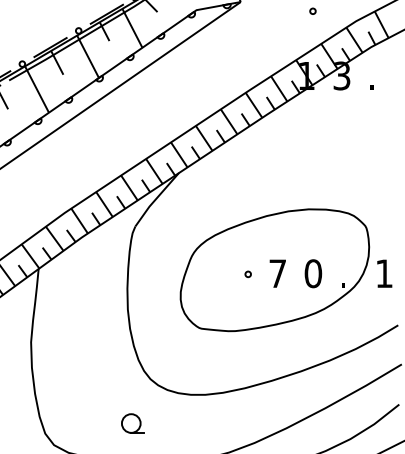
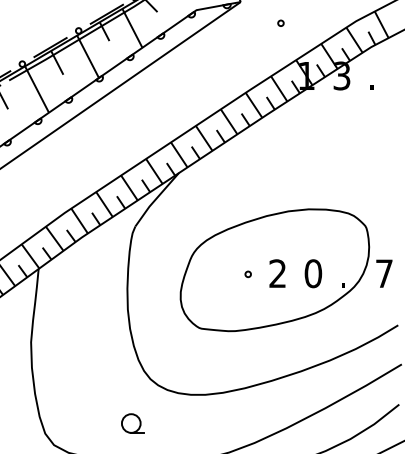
circle at (312, 10) position: (312, 10) -> (280, 22)
text at (277, 273): 7 -> 2
text at (384, 273): 1 -> 7
